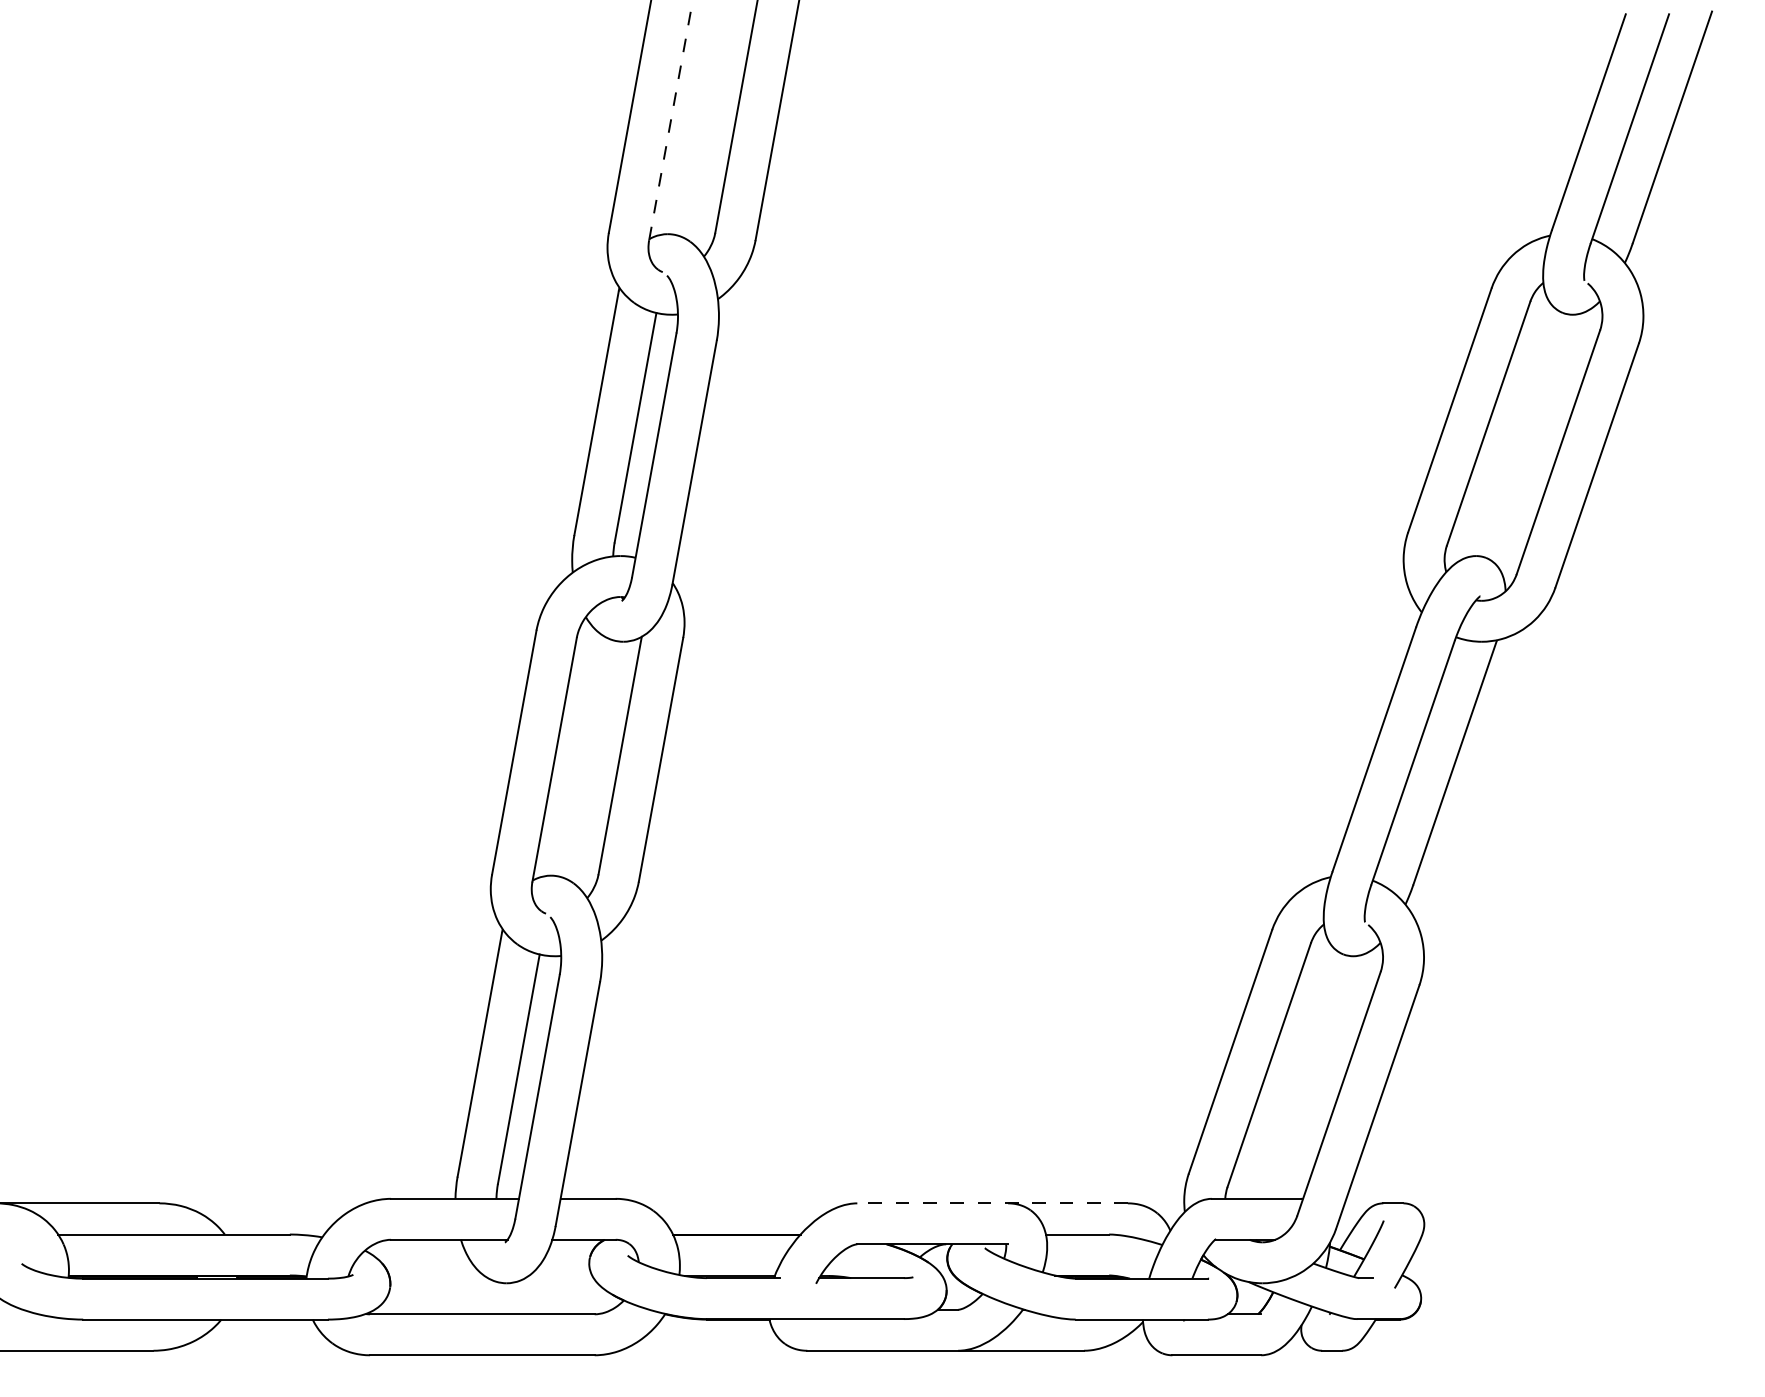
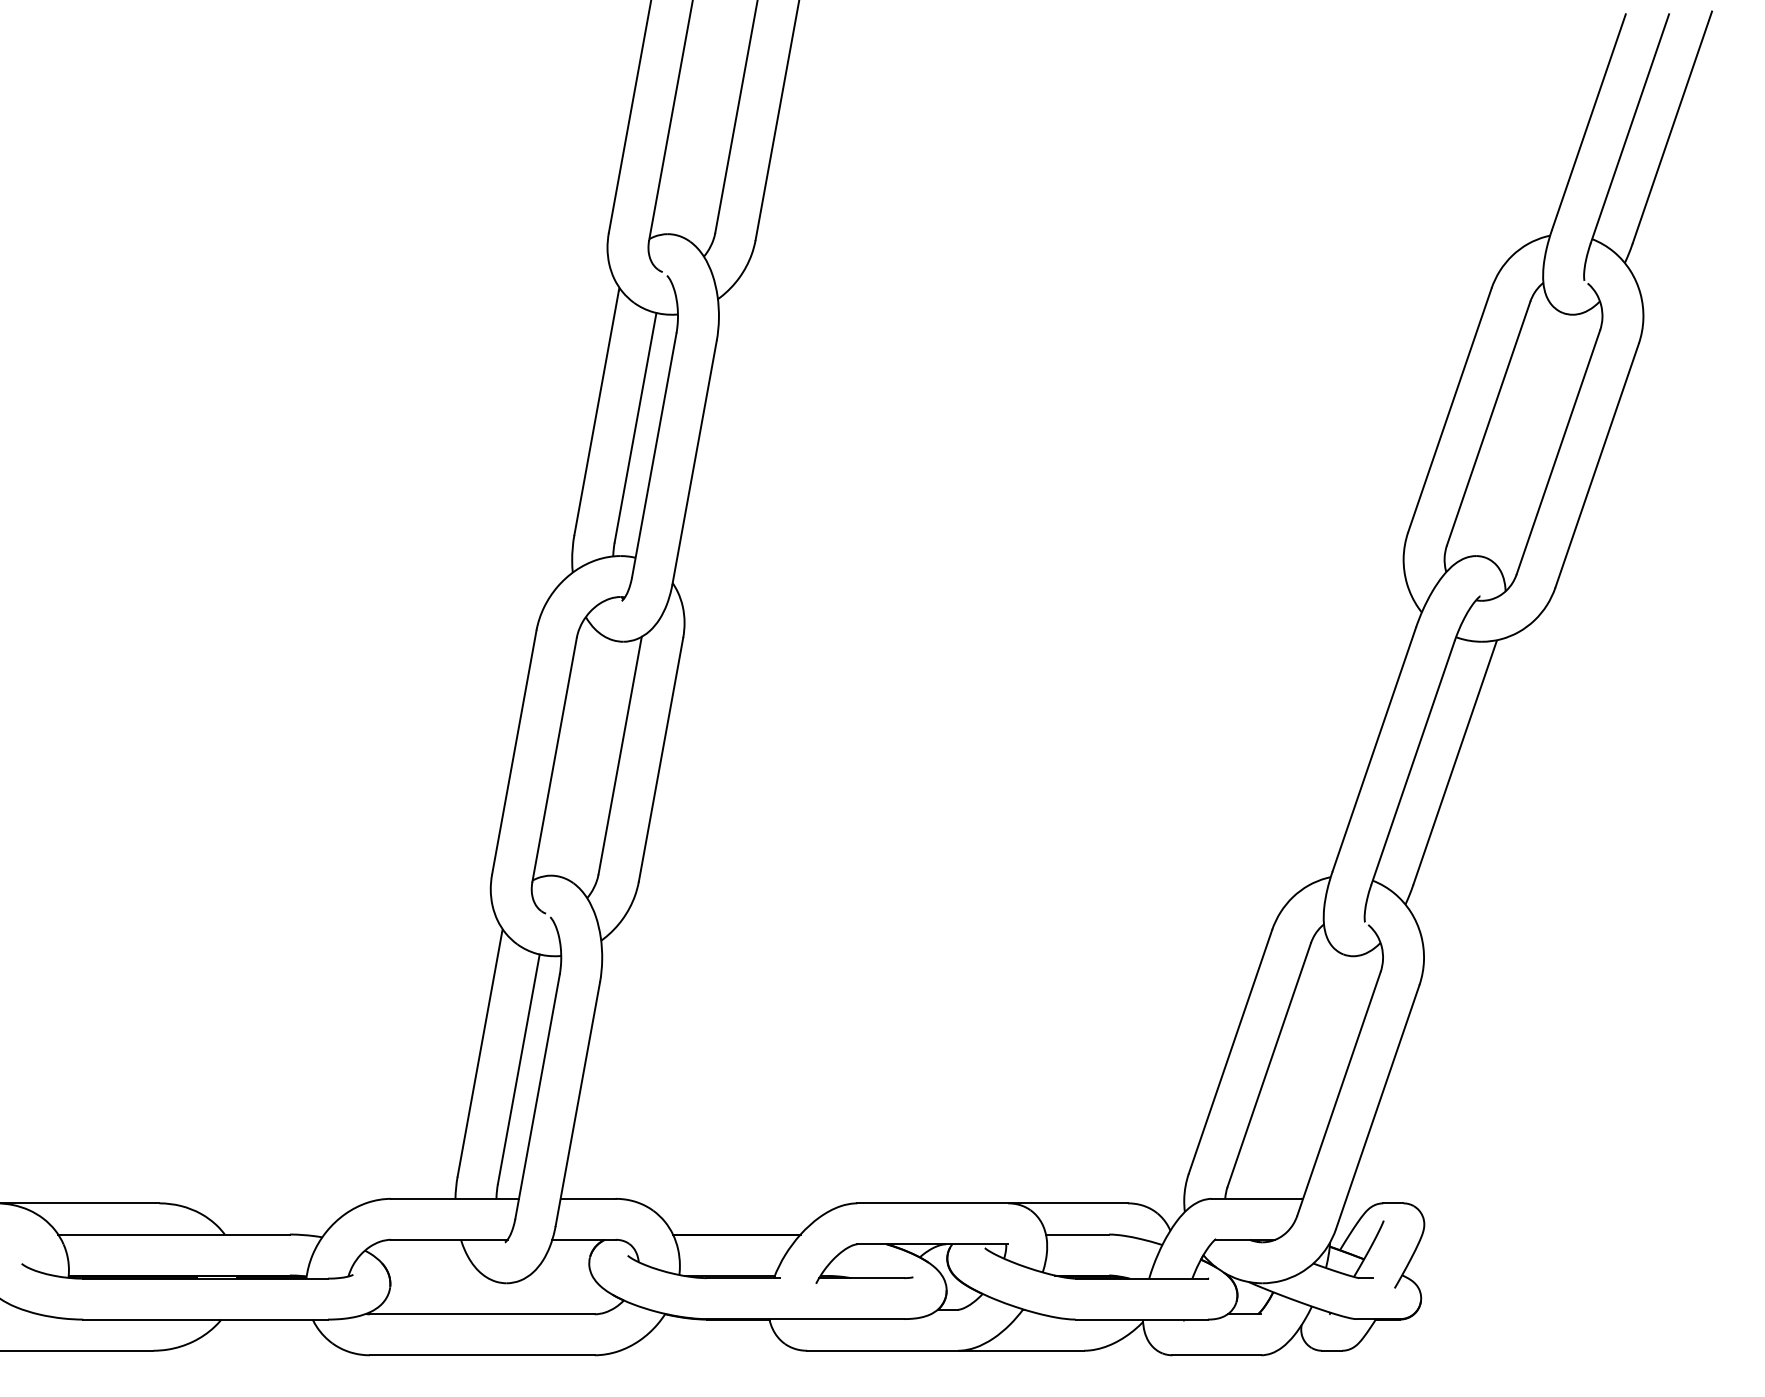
line at (671, 120): dashed -> solid
line at (992, 1203): dashed -> solid
